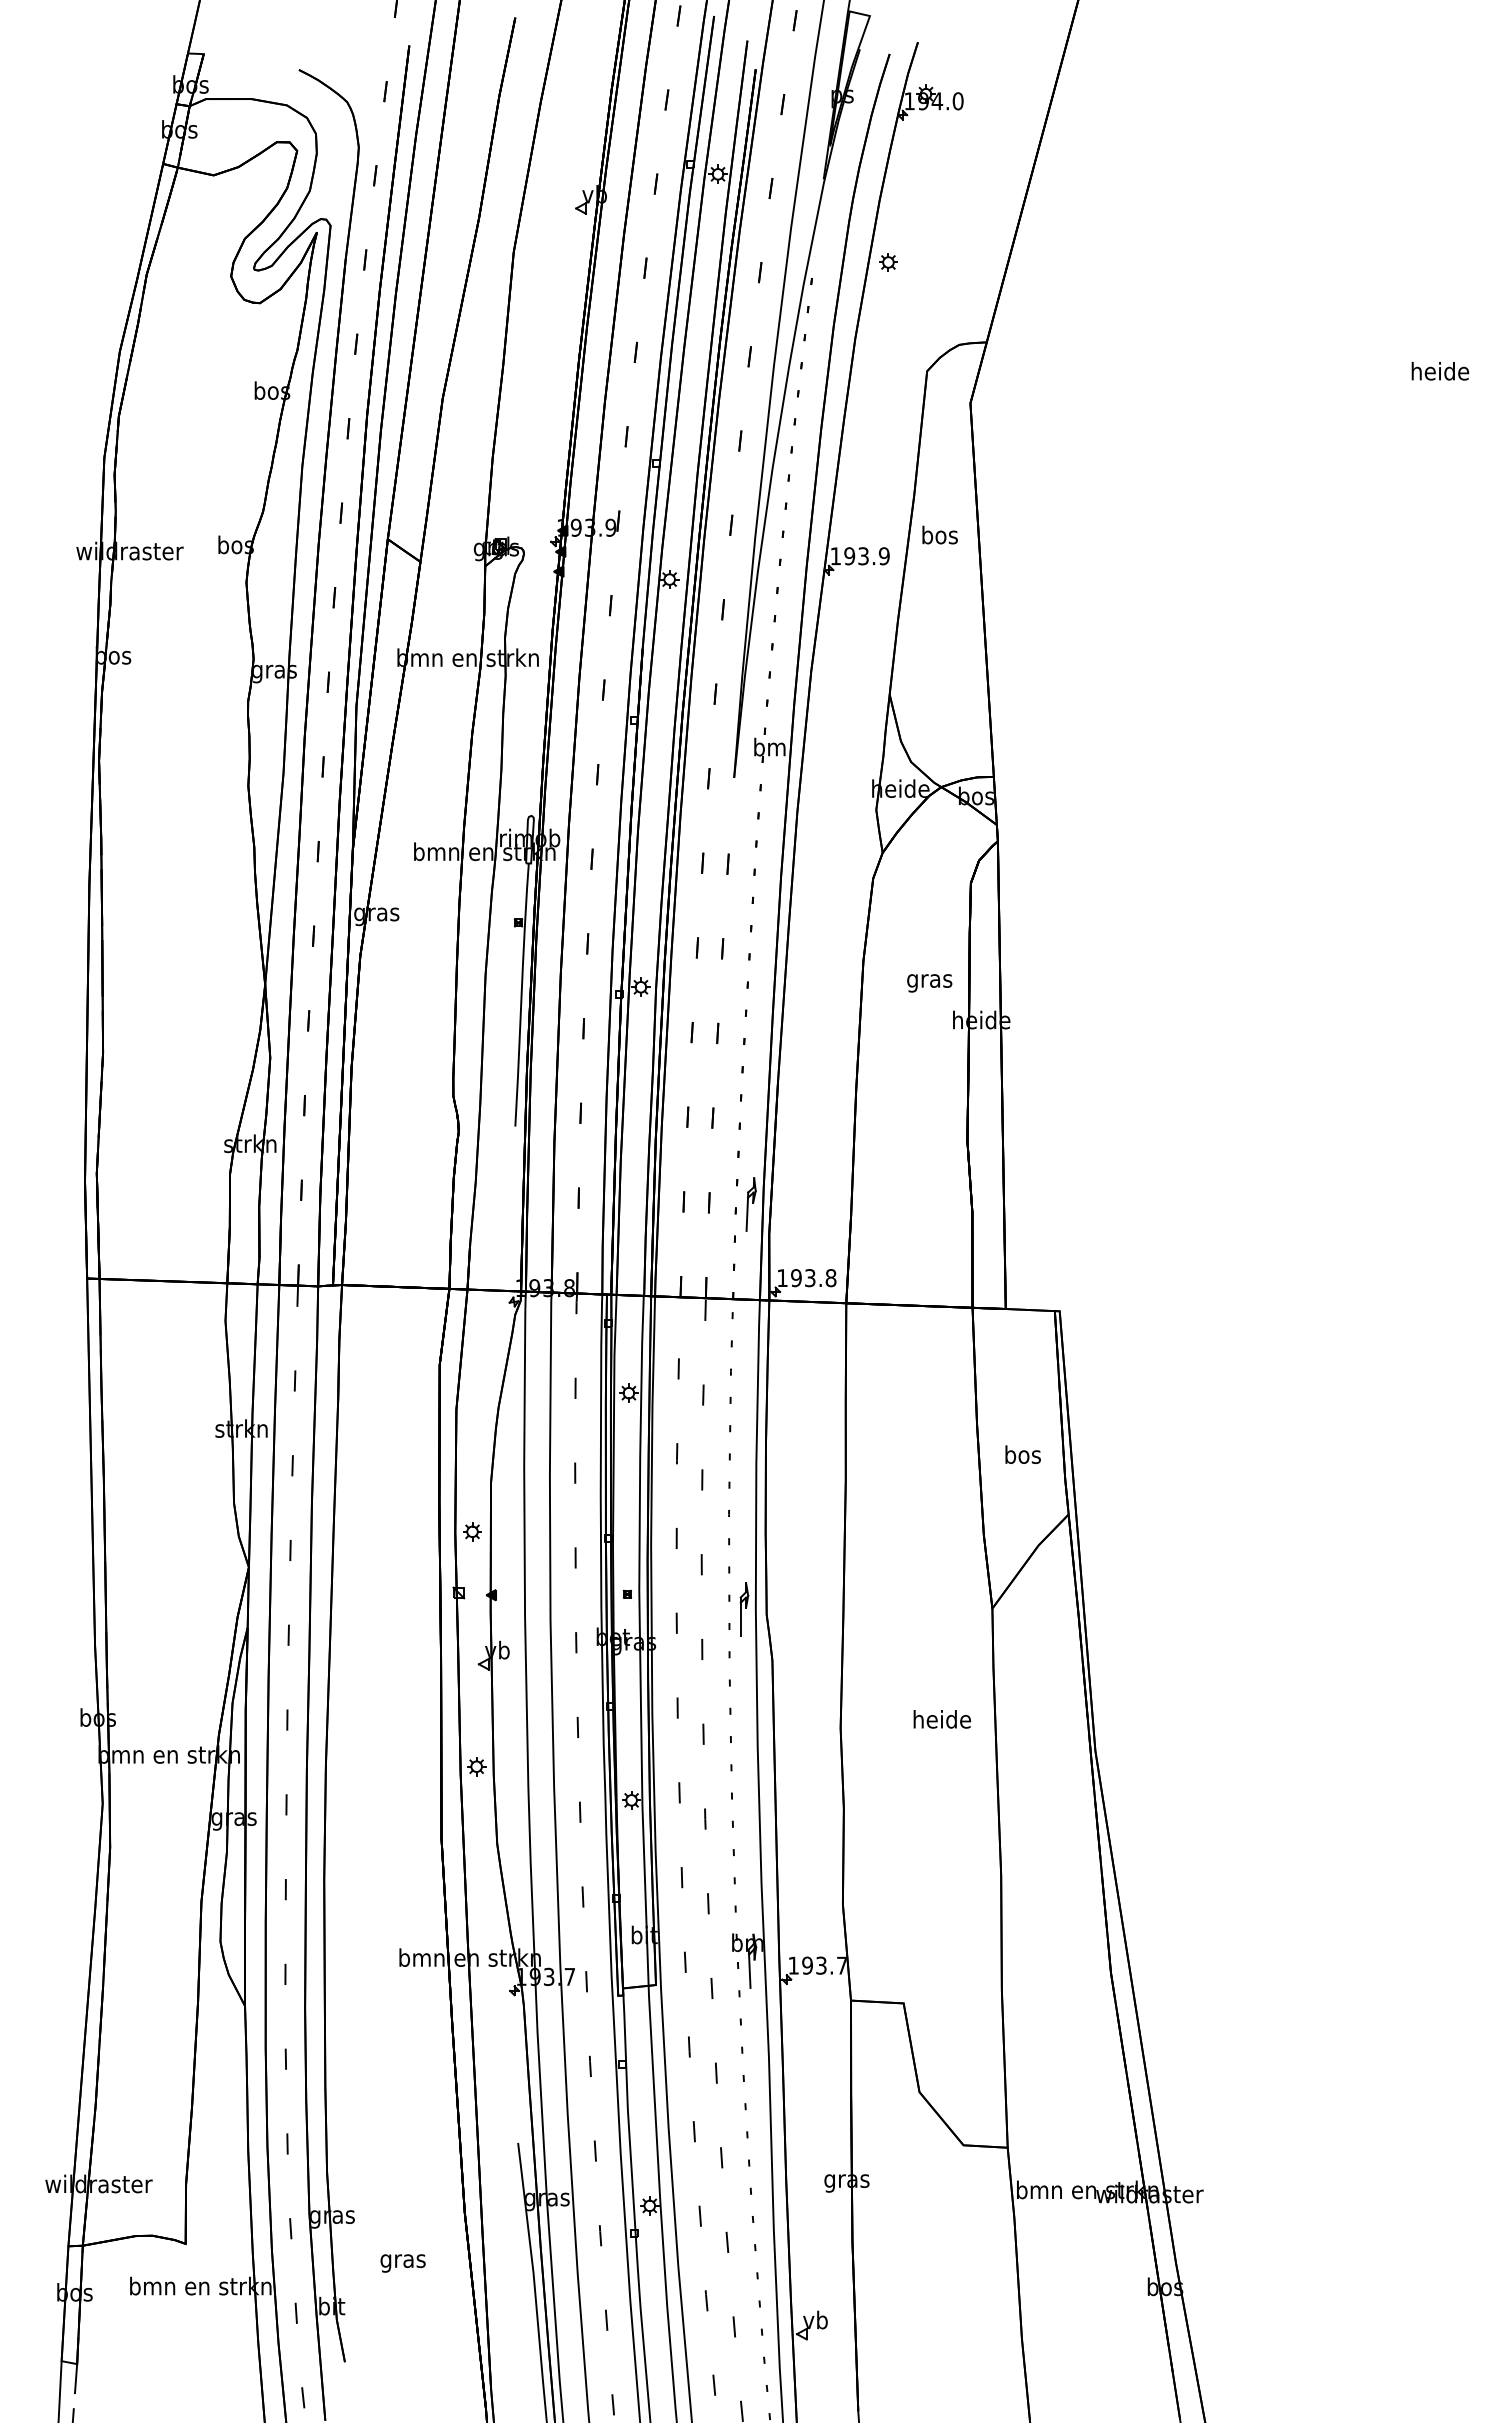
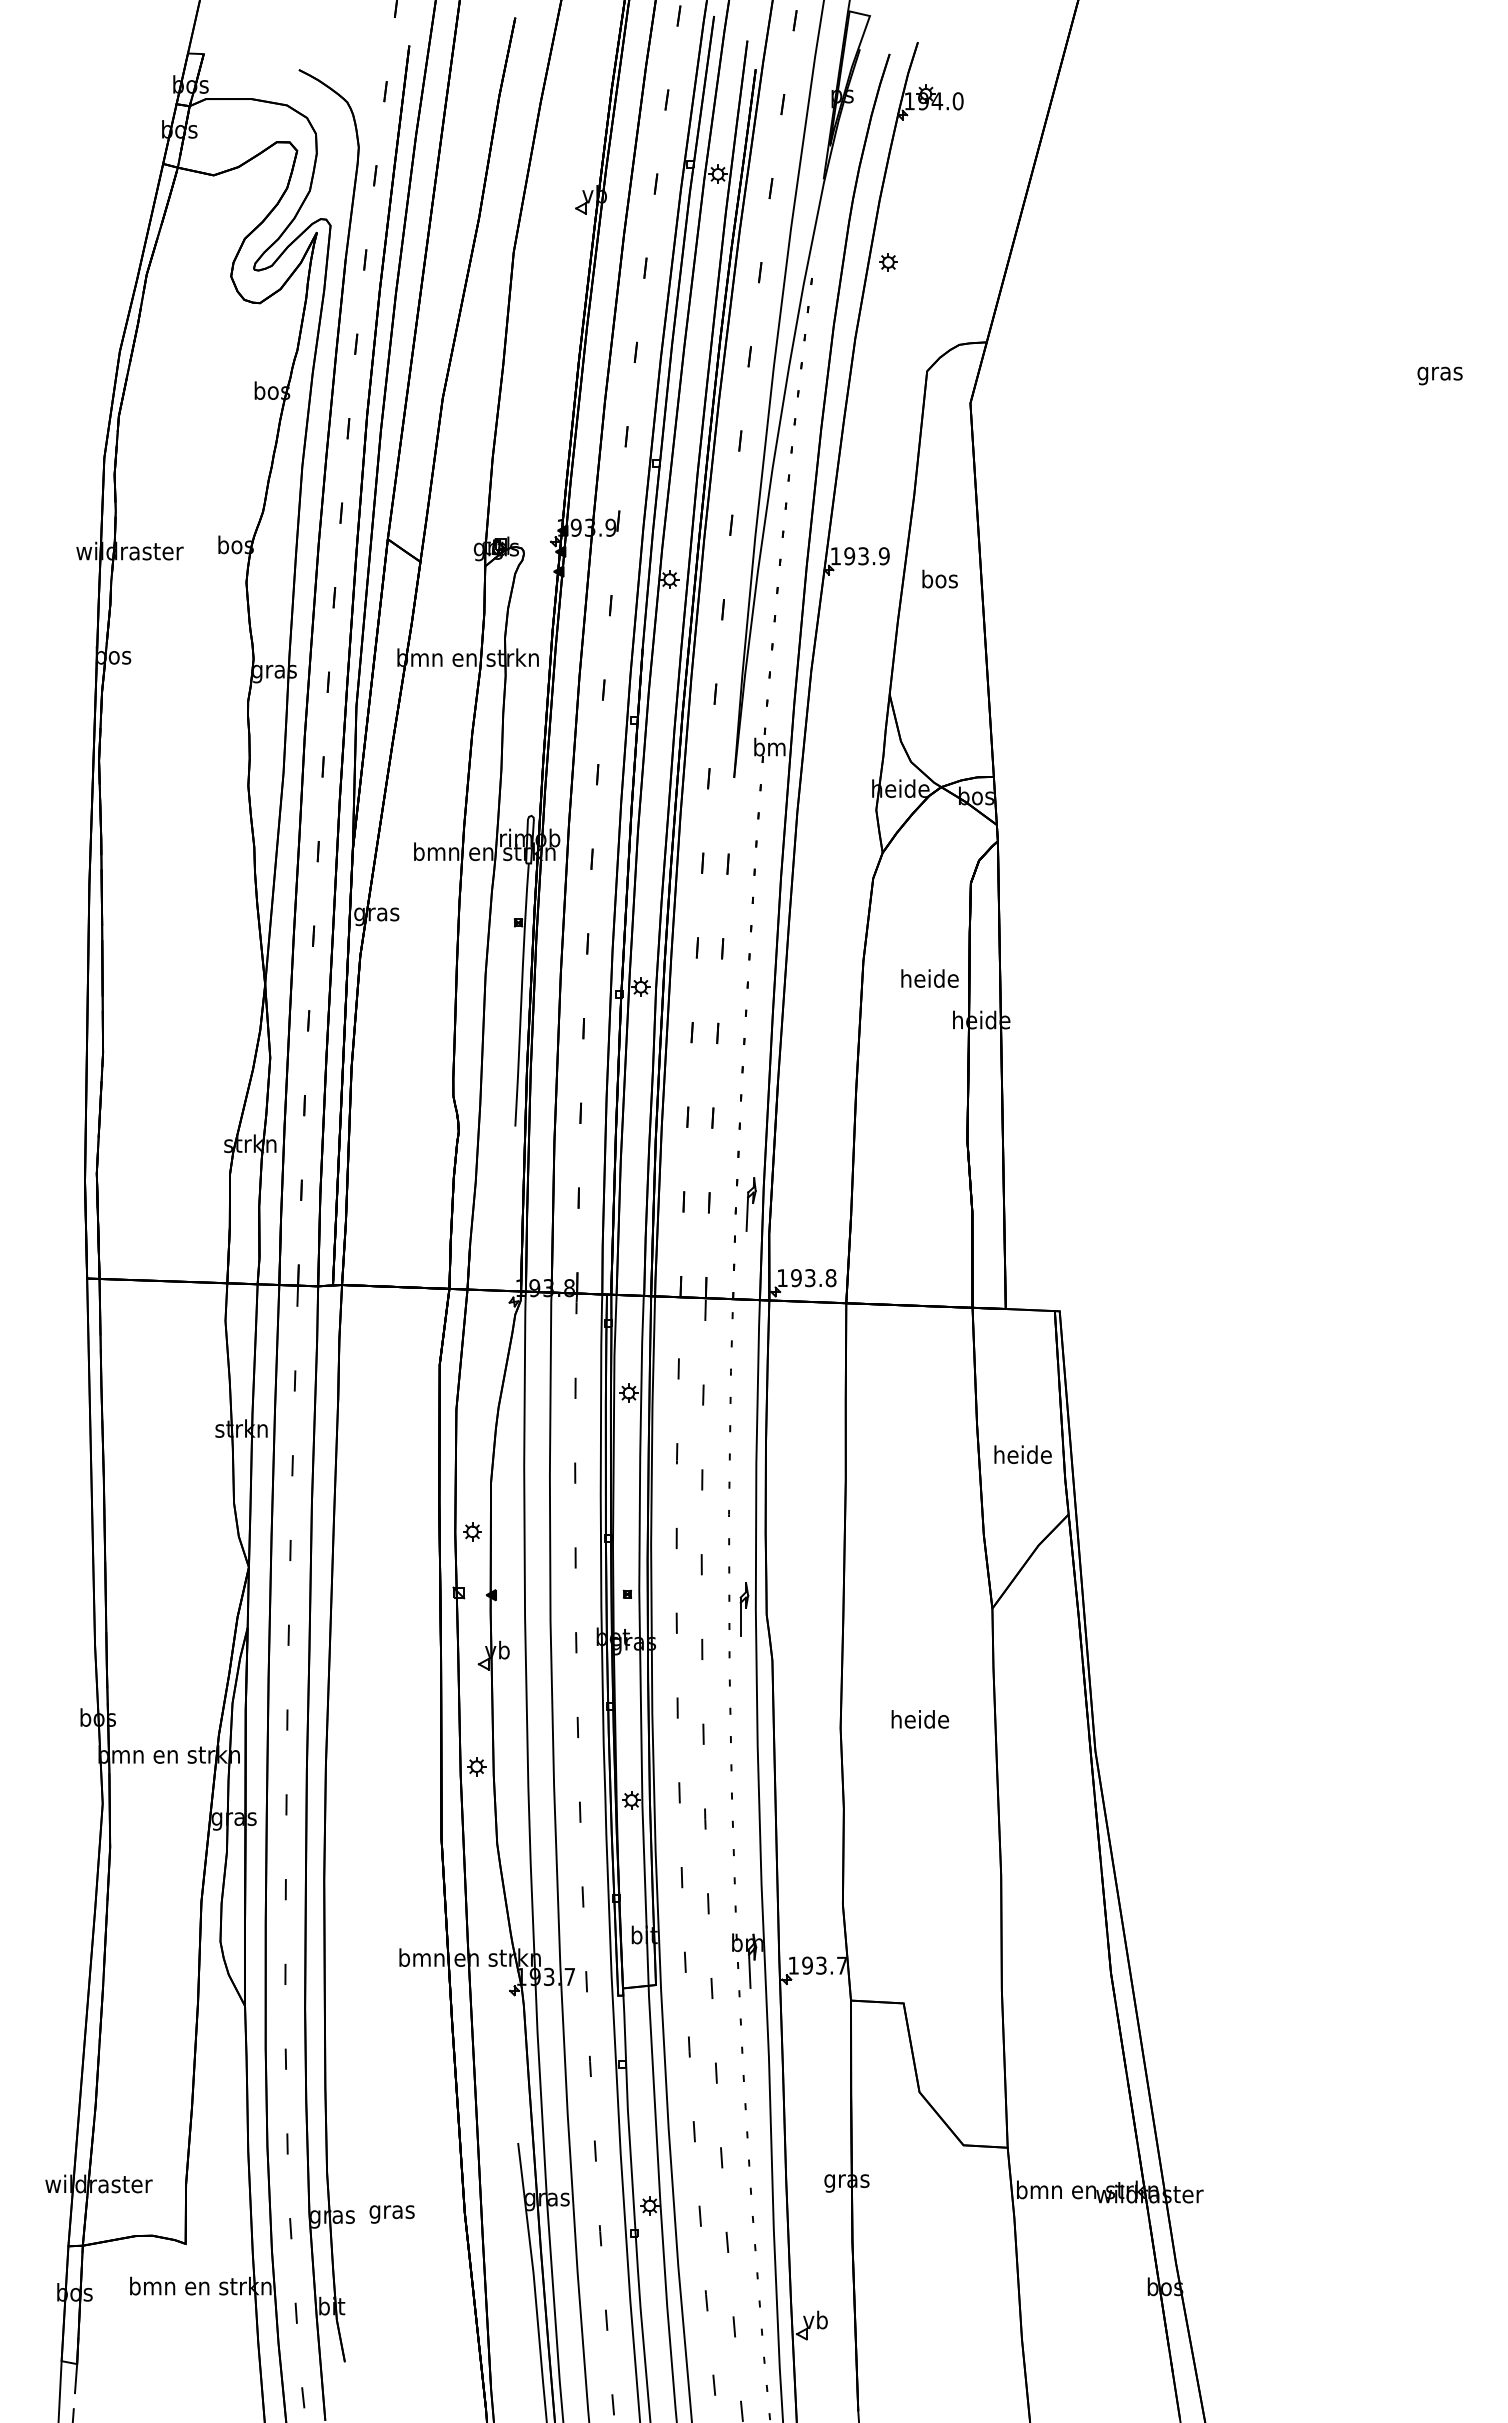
text at (1440, 373): heide -> gras
text at (939, 534) position: (939, 534) -> (939, 578)
text at (929, 980): gras -> heide
text at (1022, 1454): bos -> heide
text at (941, 1719) position: (941, 1719) -> (919, 1719)
text at (402, 2263) position: (402, 2263) -> (391, 2214)
